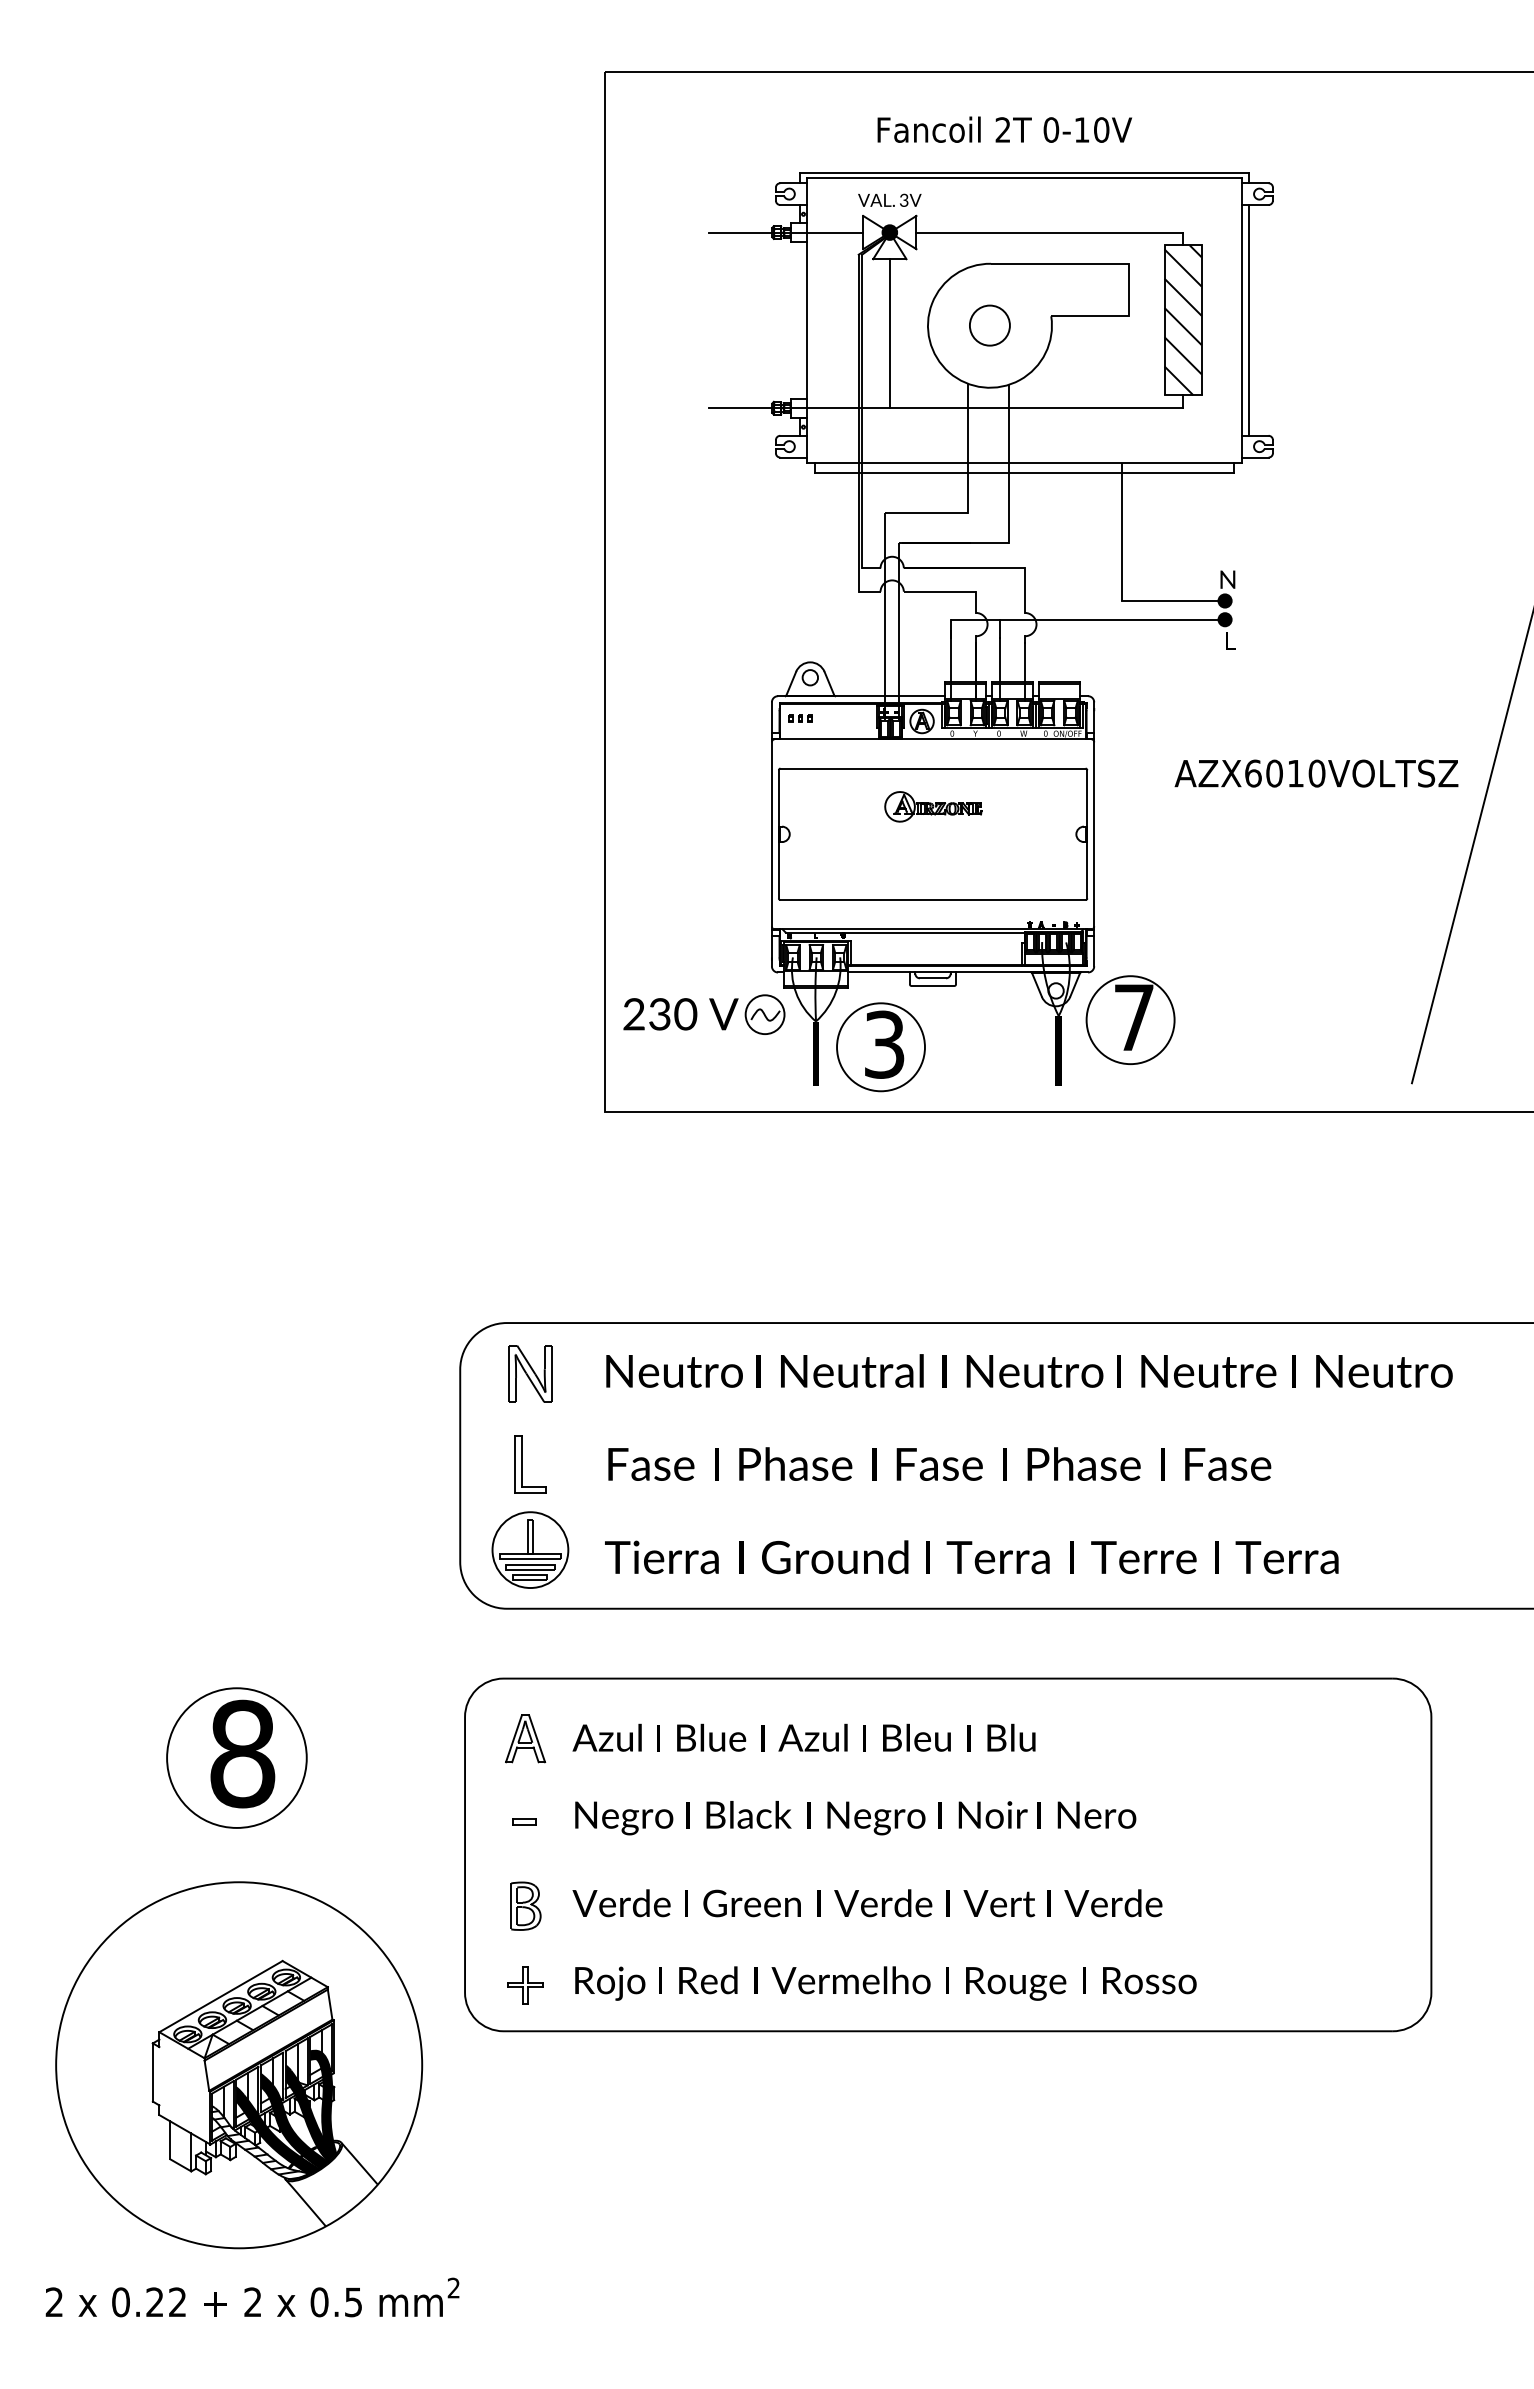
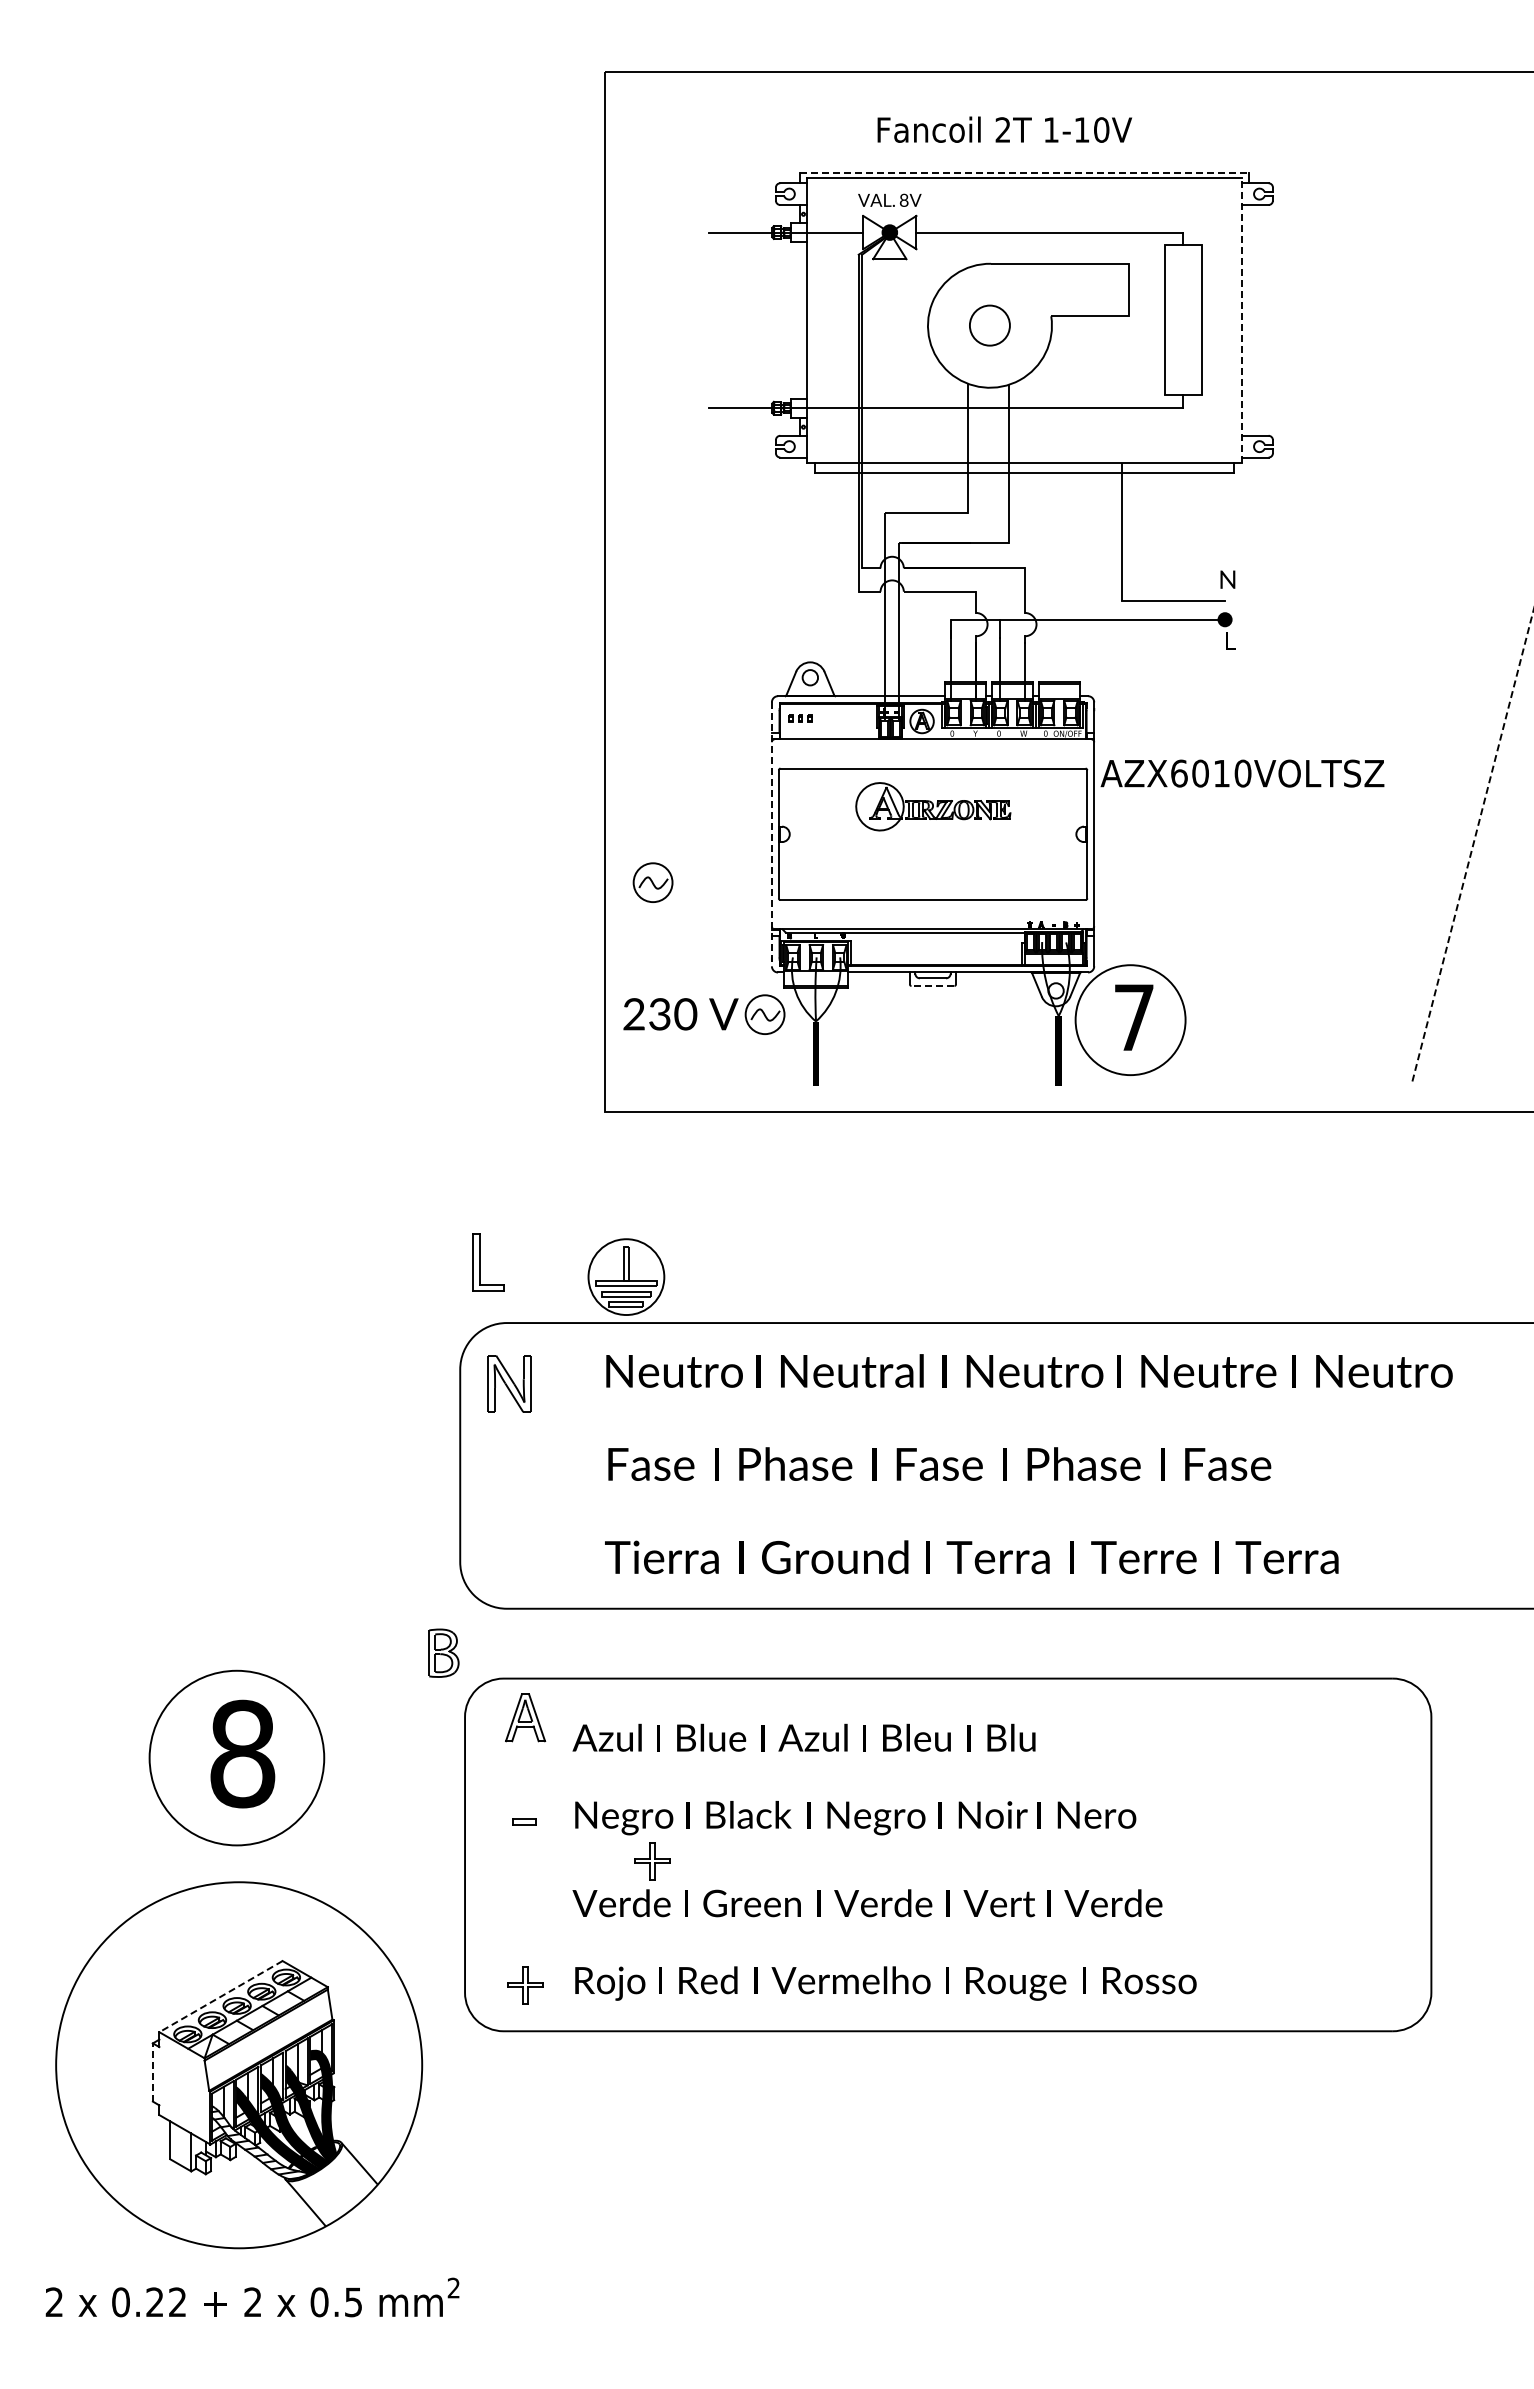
text at (1051, 129): 0-10V -> 1-10V
line at (1024, 172): solid -> dashed
text at (904, 200): 3V -> 8V
line at (1242, 319): solid -> dashed
hatch at (1182, 320): present -> none
line at (1248, 320): present -> none
line at (889, 333): present -> none
fill at (1224, 600): present -> none
text at (1316, 773) position: (1316, 773) -> (1242, 773)
part at (933, 806) size: 99x32 px -> 157x50 px
line at (771, 834): solid -> dashed
line at (1472, 846): solid -> dashed
part at (652, 882): none -> present
line at (932, 985): solid -> dashed
circle at (1130, 1020) diameter: 88 px -> 110 px
part at (880, 1047): present -> none
part at (530, 1373) position: (530, 1373) -> (509, 1383)
part at (522, 1464) position: (522, 1464) -> (480, 1262)
part at (530, 1549) position: (530, 1549) -> (626, 1276)
part at (525, 1738) position: (525, 1738) -> (525, 1717)
circle at (236, 1757) diameter: 140 px -> 175 px
part at (652, 1861): none -> present
part at (525, 1905) position: (525, 1905) -> (443, 1652)
line at (220, 1996): solid -> dashed
line at (152, 2072): solid -> dashed
